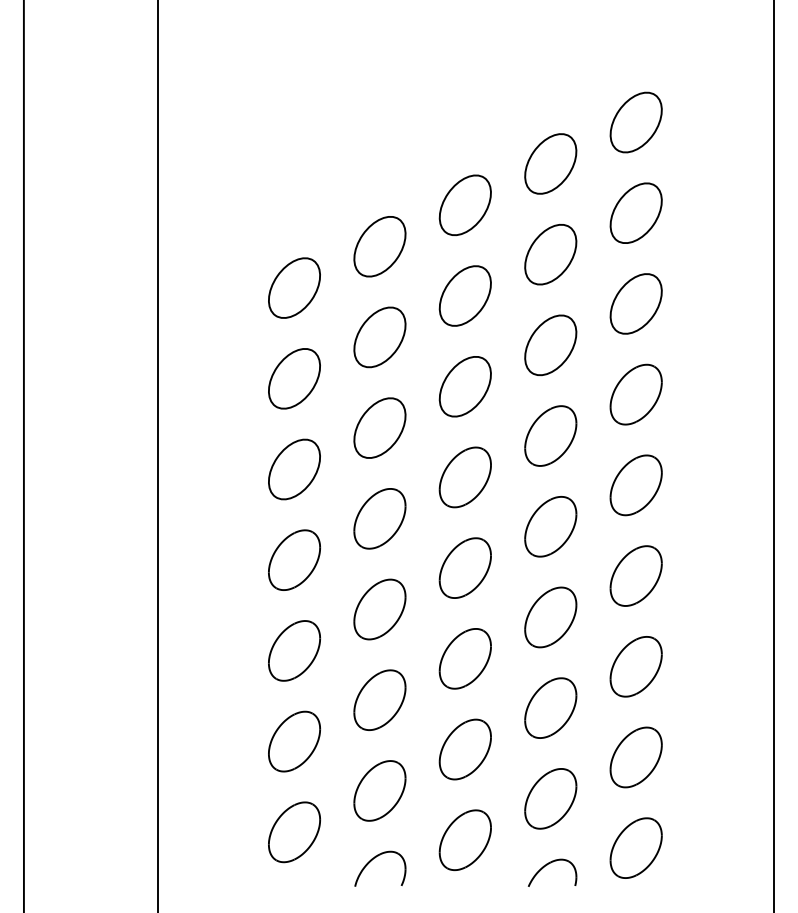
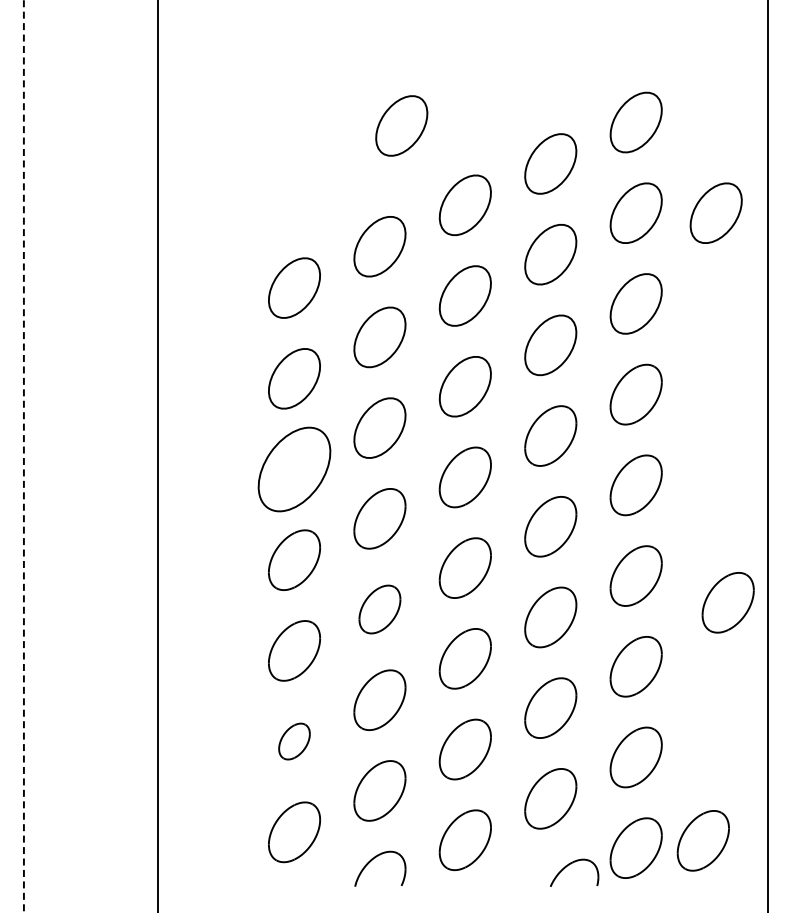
part at (401, 125): none -> present
part at (715, 212): none -> present
line at (23, 455): solid -> dashed
line at (774, 455) position: (774, 455) -> (768, 455)
part at (294, 469) size: 53x63 px -> 75x87 px
part at (727, 602): none -> present
part at (379, 609) size: 54x63 px -> 44x51 px
part at (294, 741) size: 53x63 px -> 33x39 px
part at (702, 840): none -> present
part at (549, 864) position: (549, 864) -> (571, 864)
